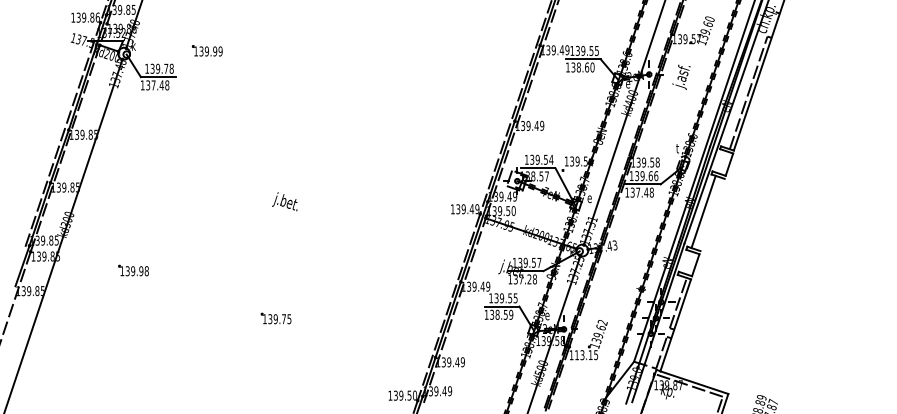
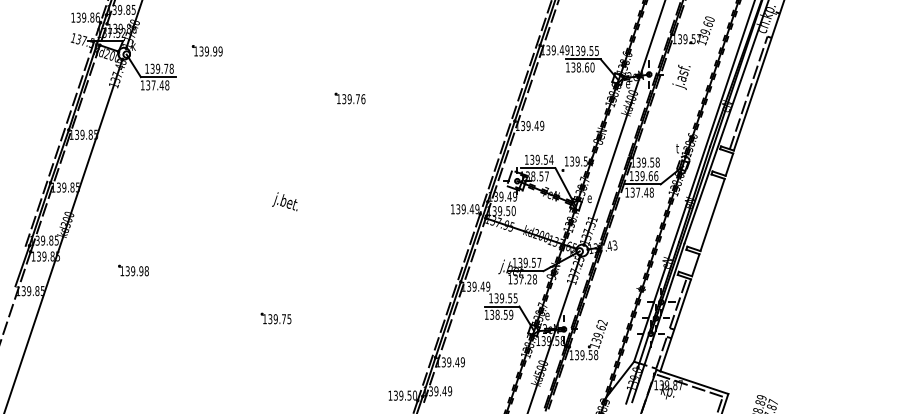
part at (349, 98): none -> present
line at (703, 211) position: (703, 211) -> (712, 214)
text at (586, 355): 113.15 -> 139.58
